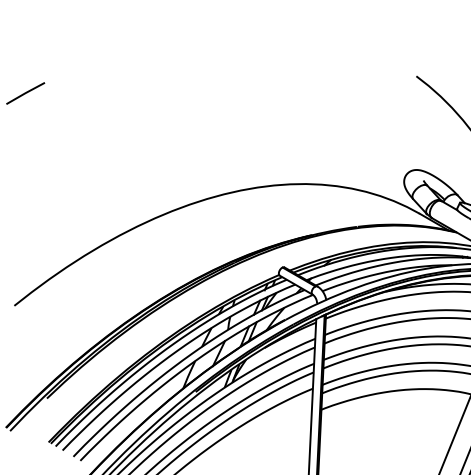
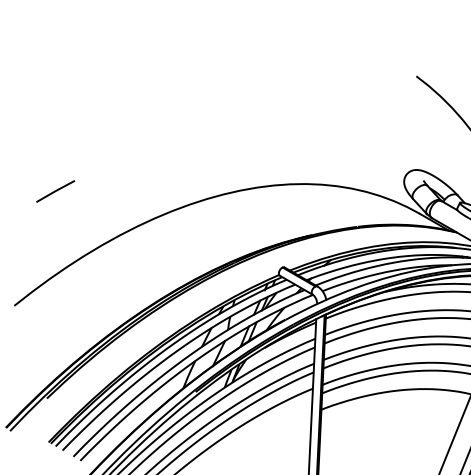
line at (25, 93) position: (25, 93) -> (55, 191)
